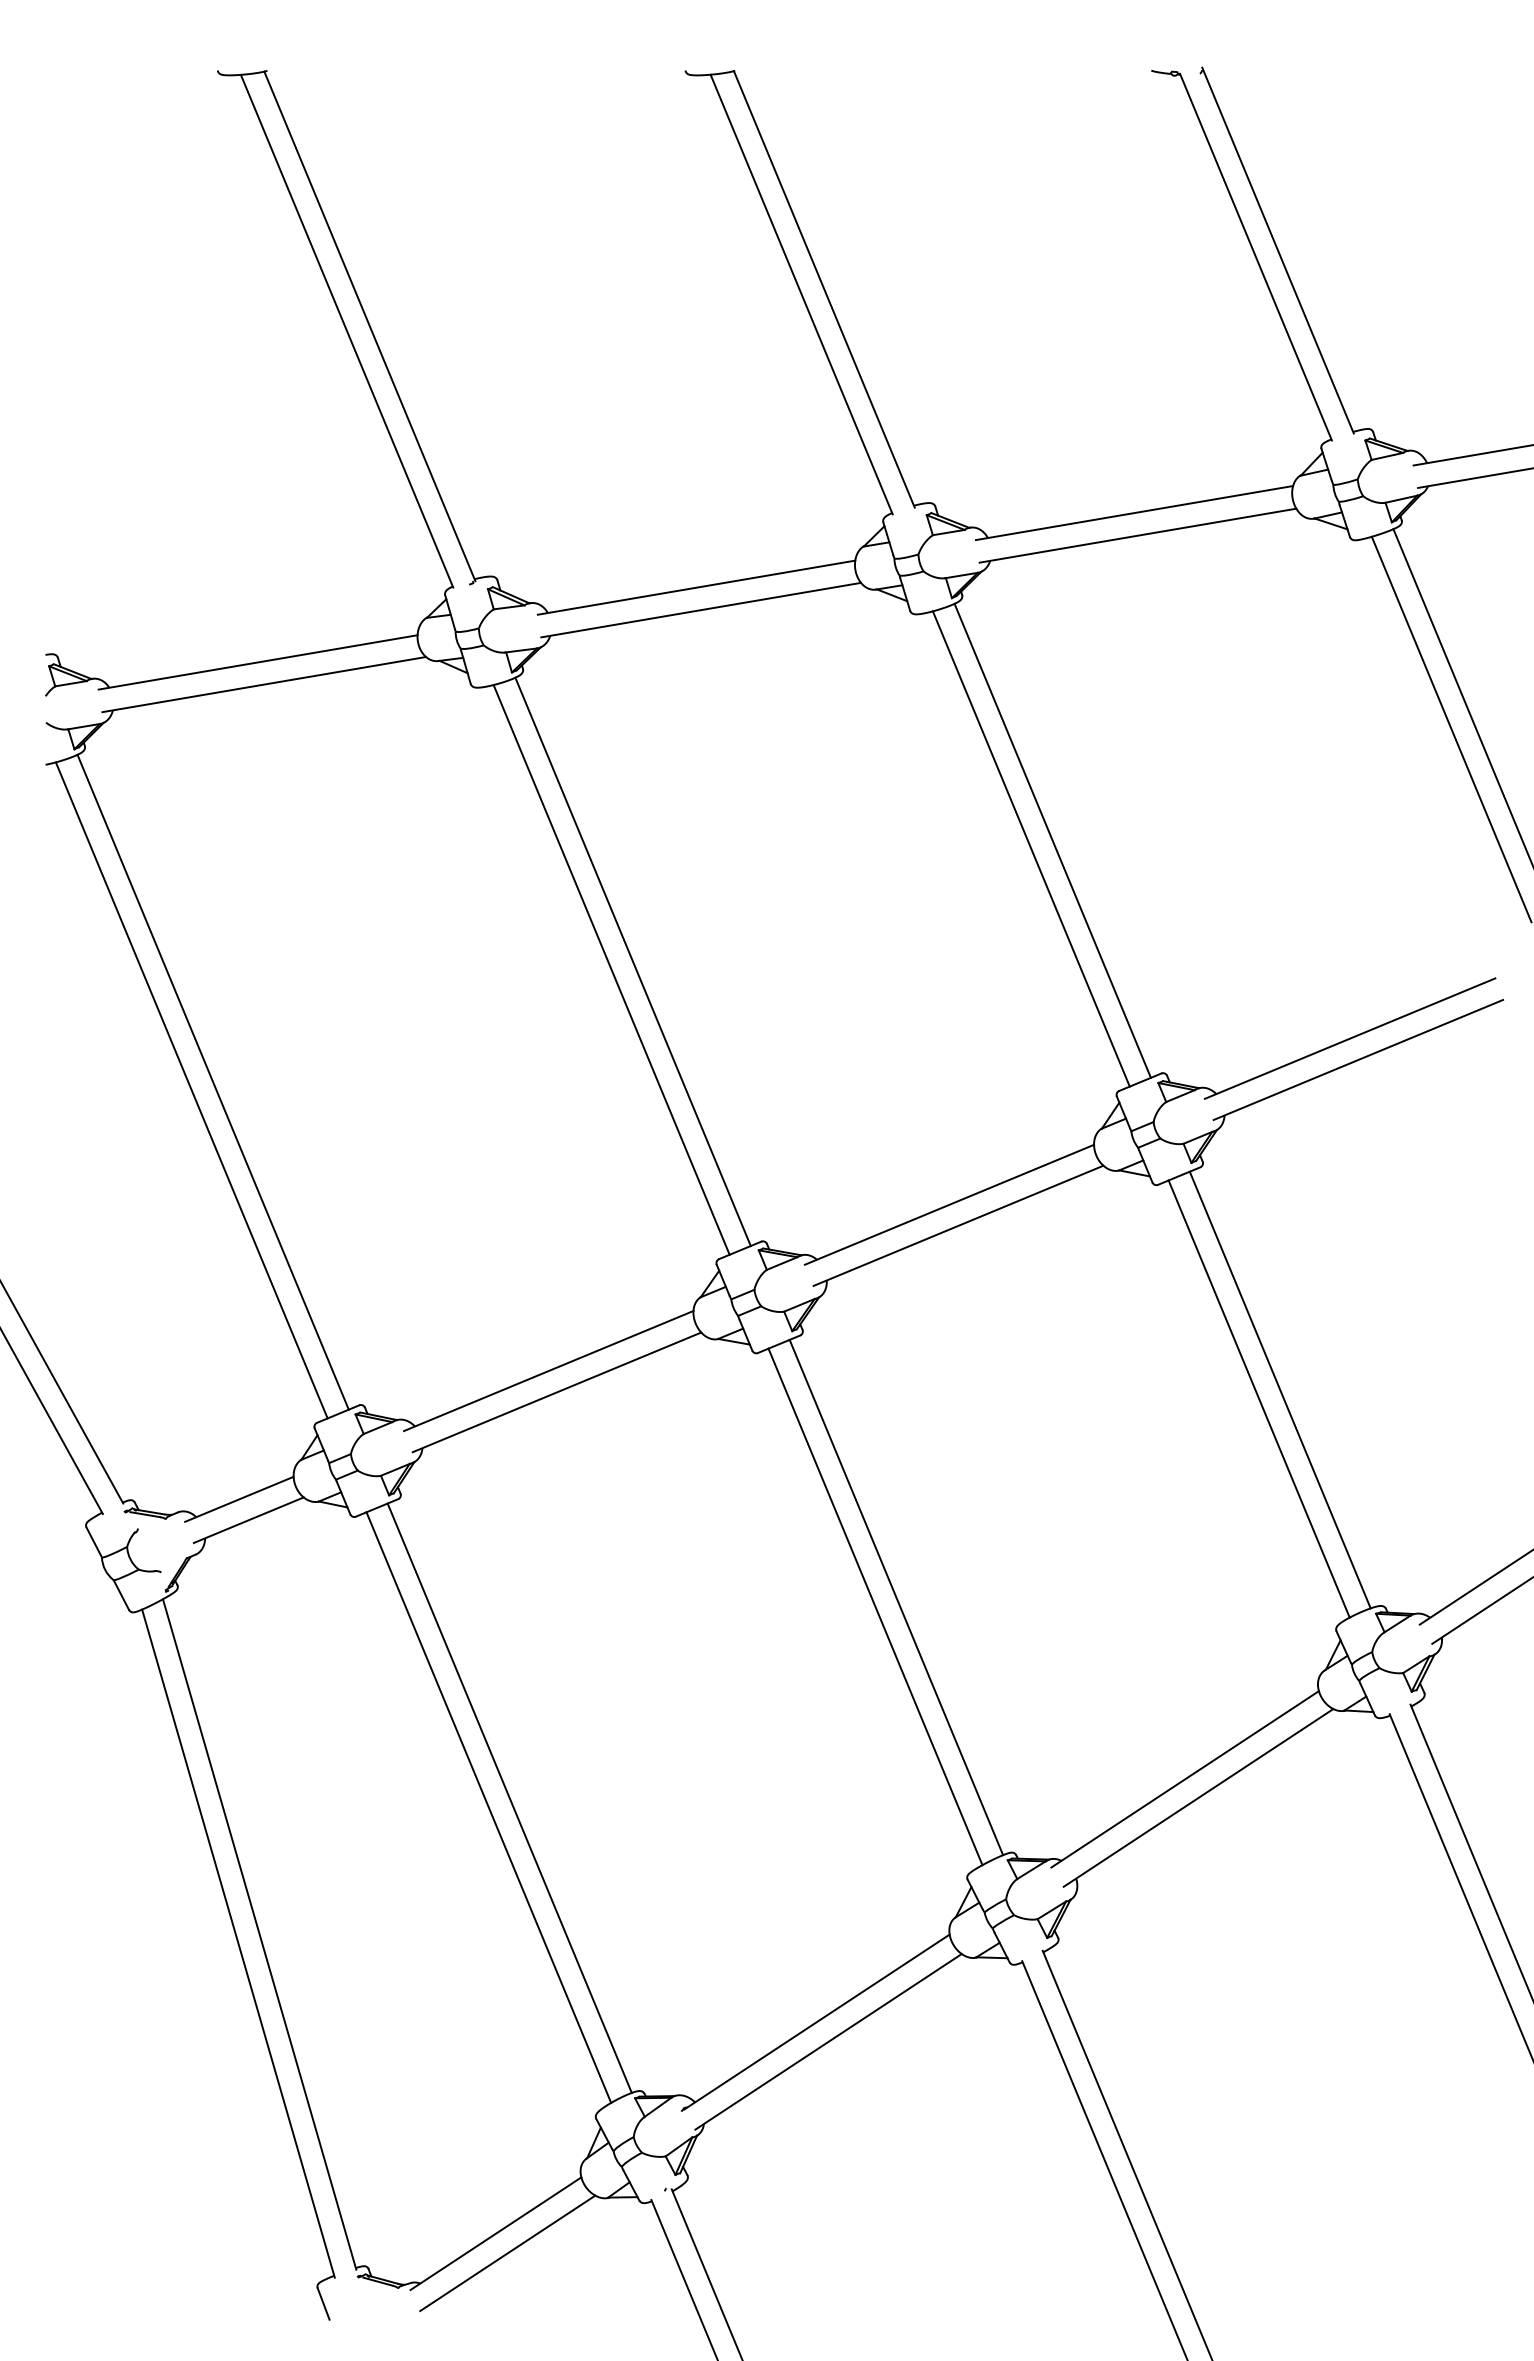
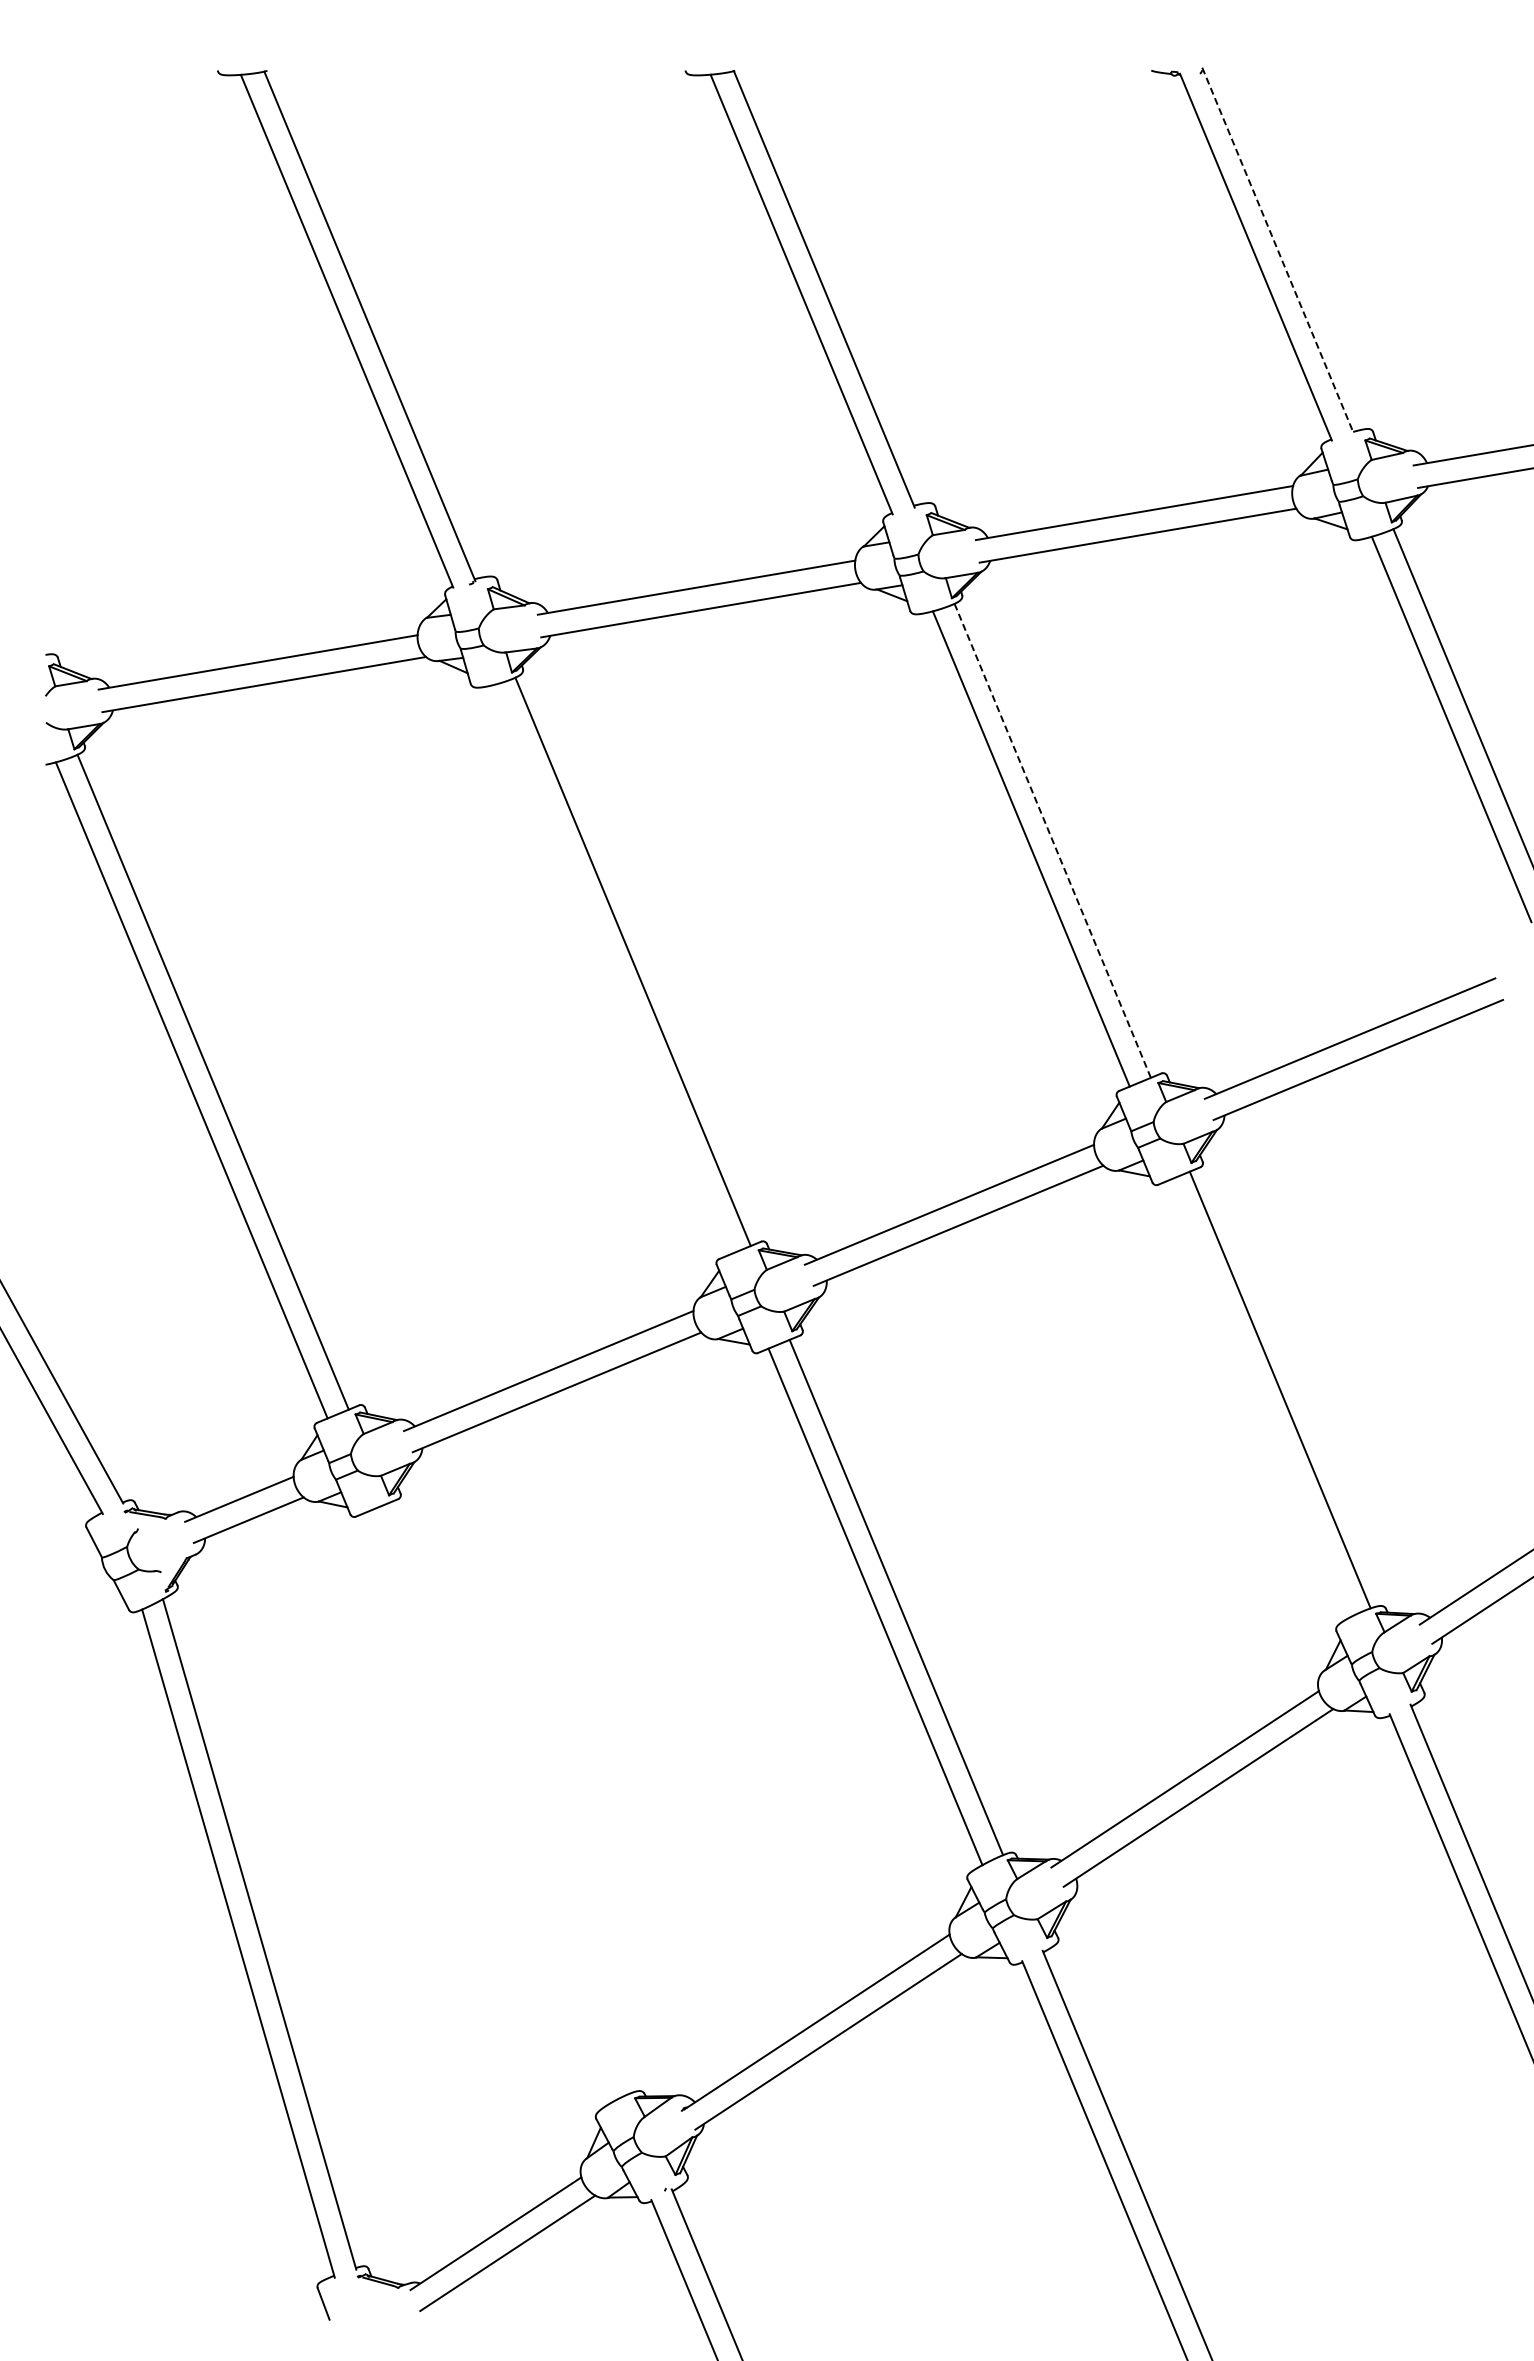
line at (1278, 250): solid -> dashed
line at (1052, 840): solid -> dashed
line at (611, 969): present -> none
line at (1258, 1398): present -> none
line at (509, 1797): present -> none
line at (488, 1807): present -> none
